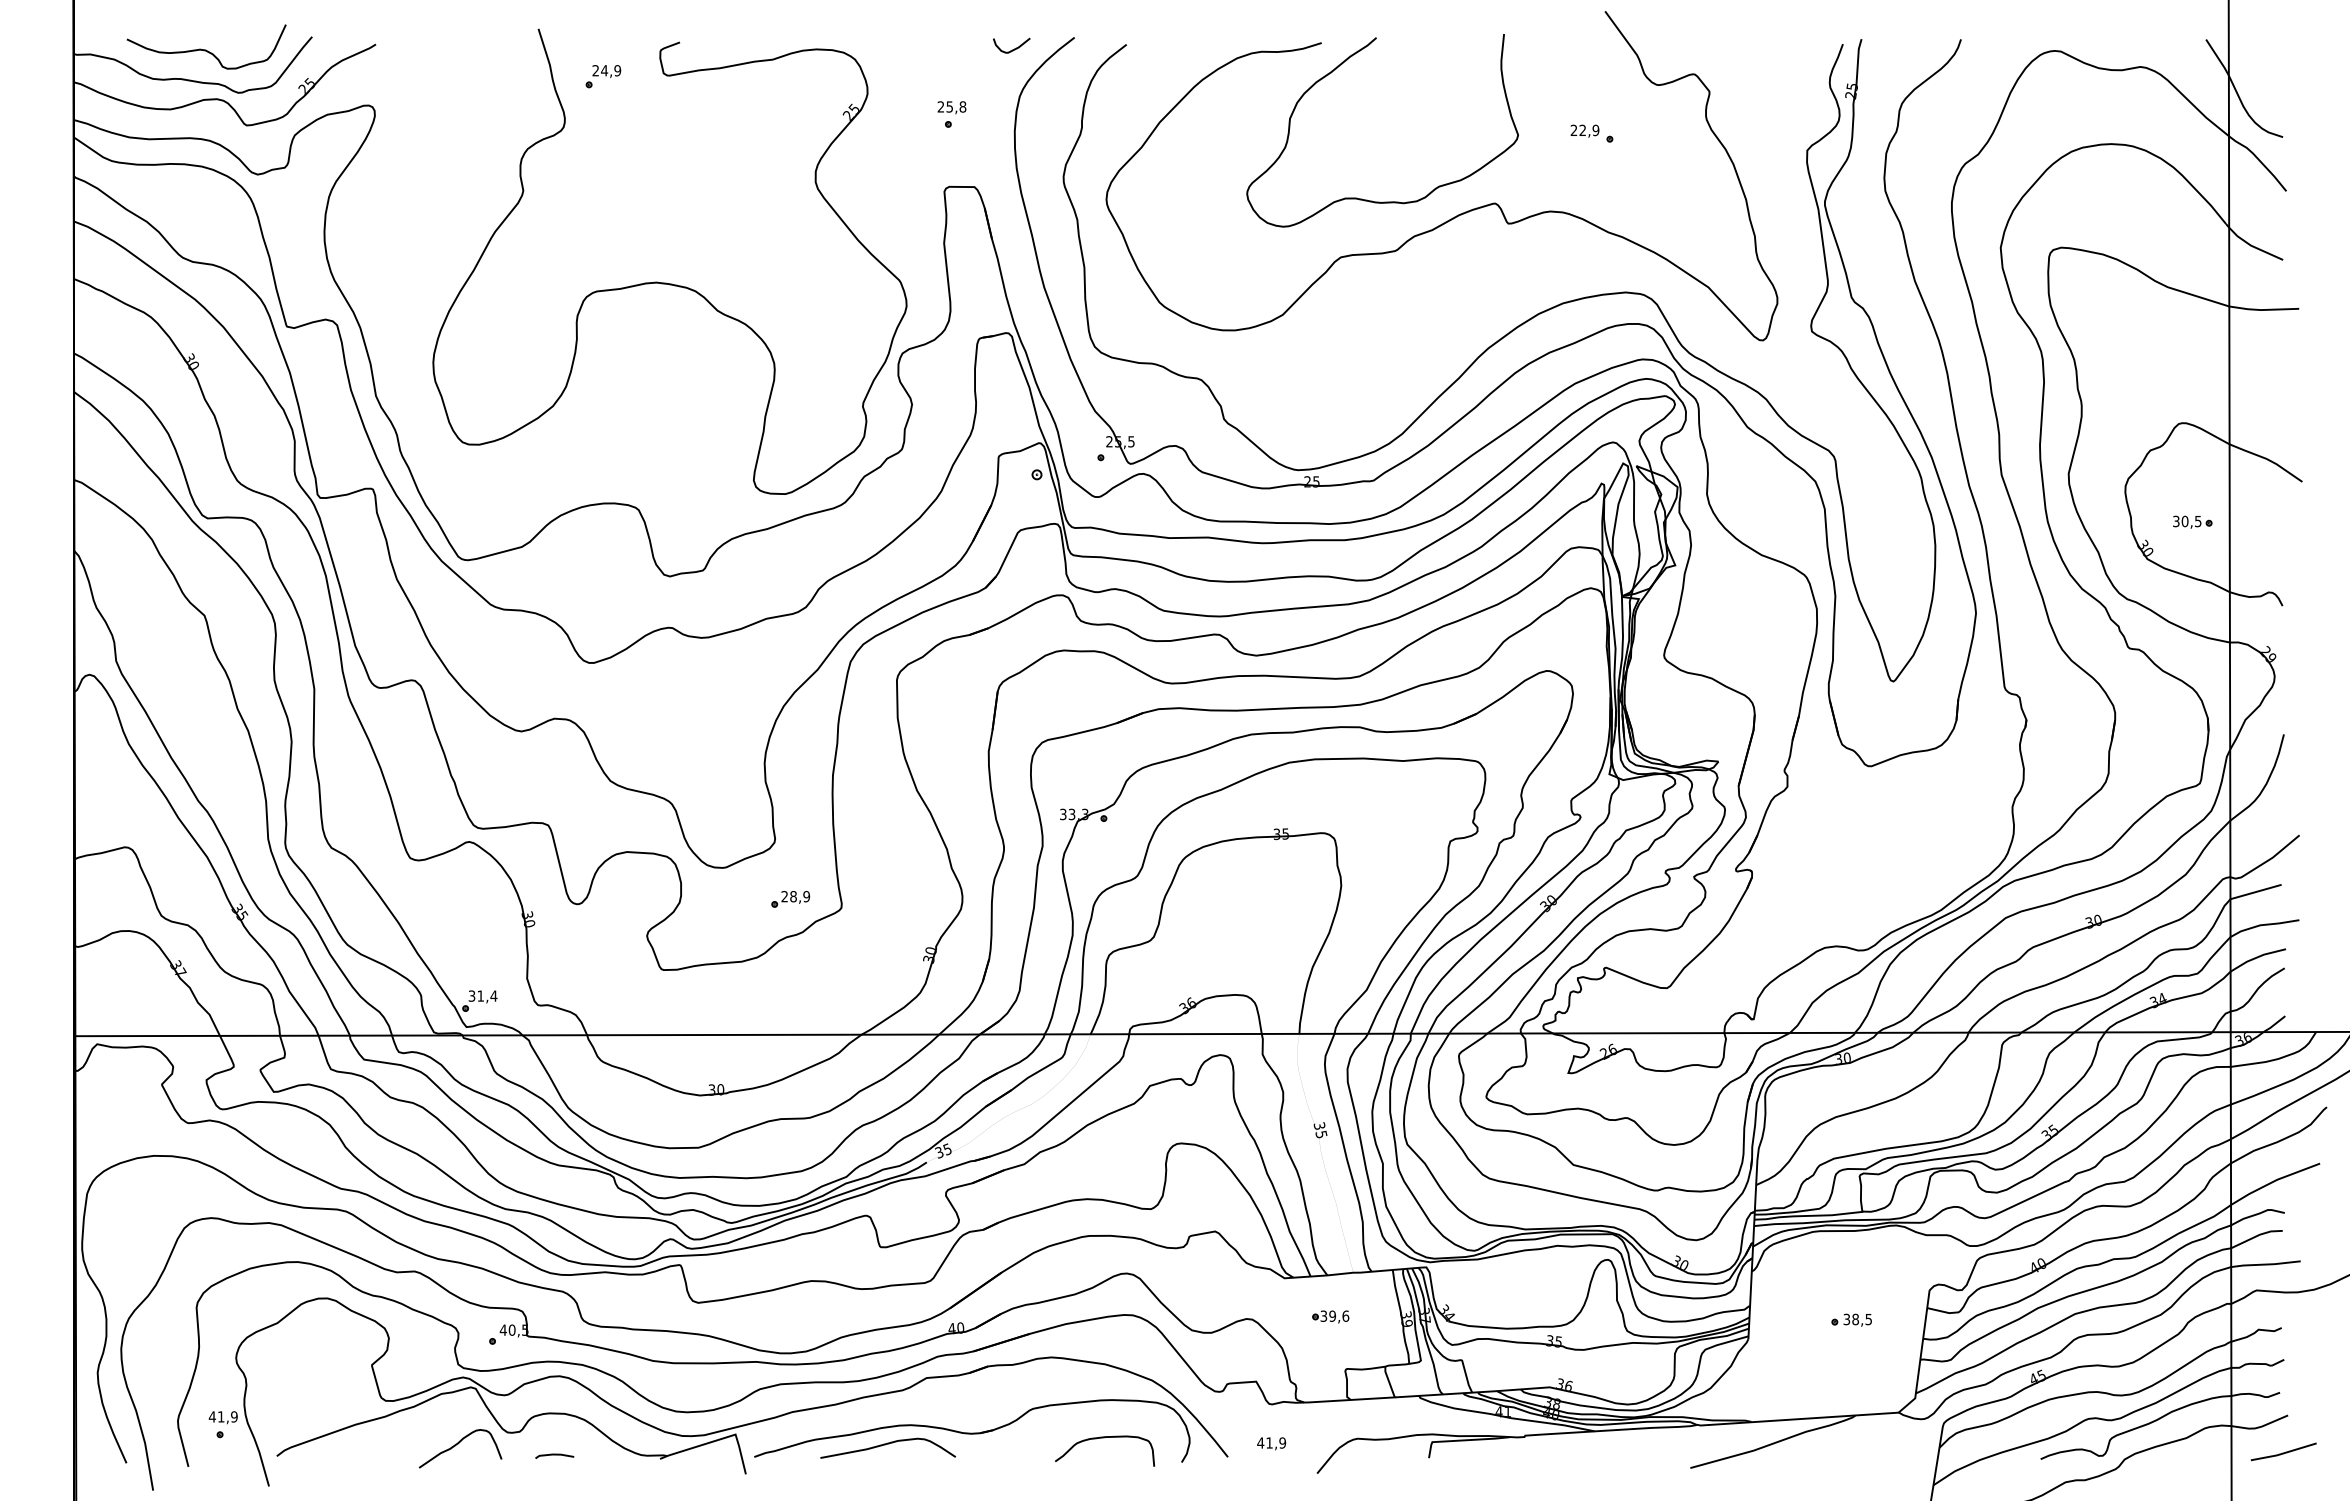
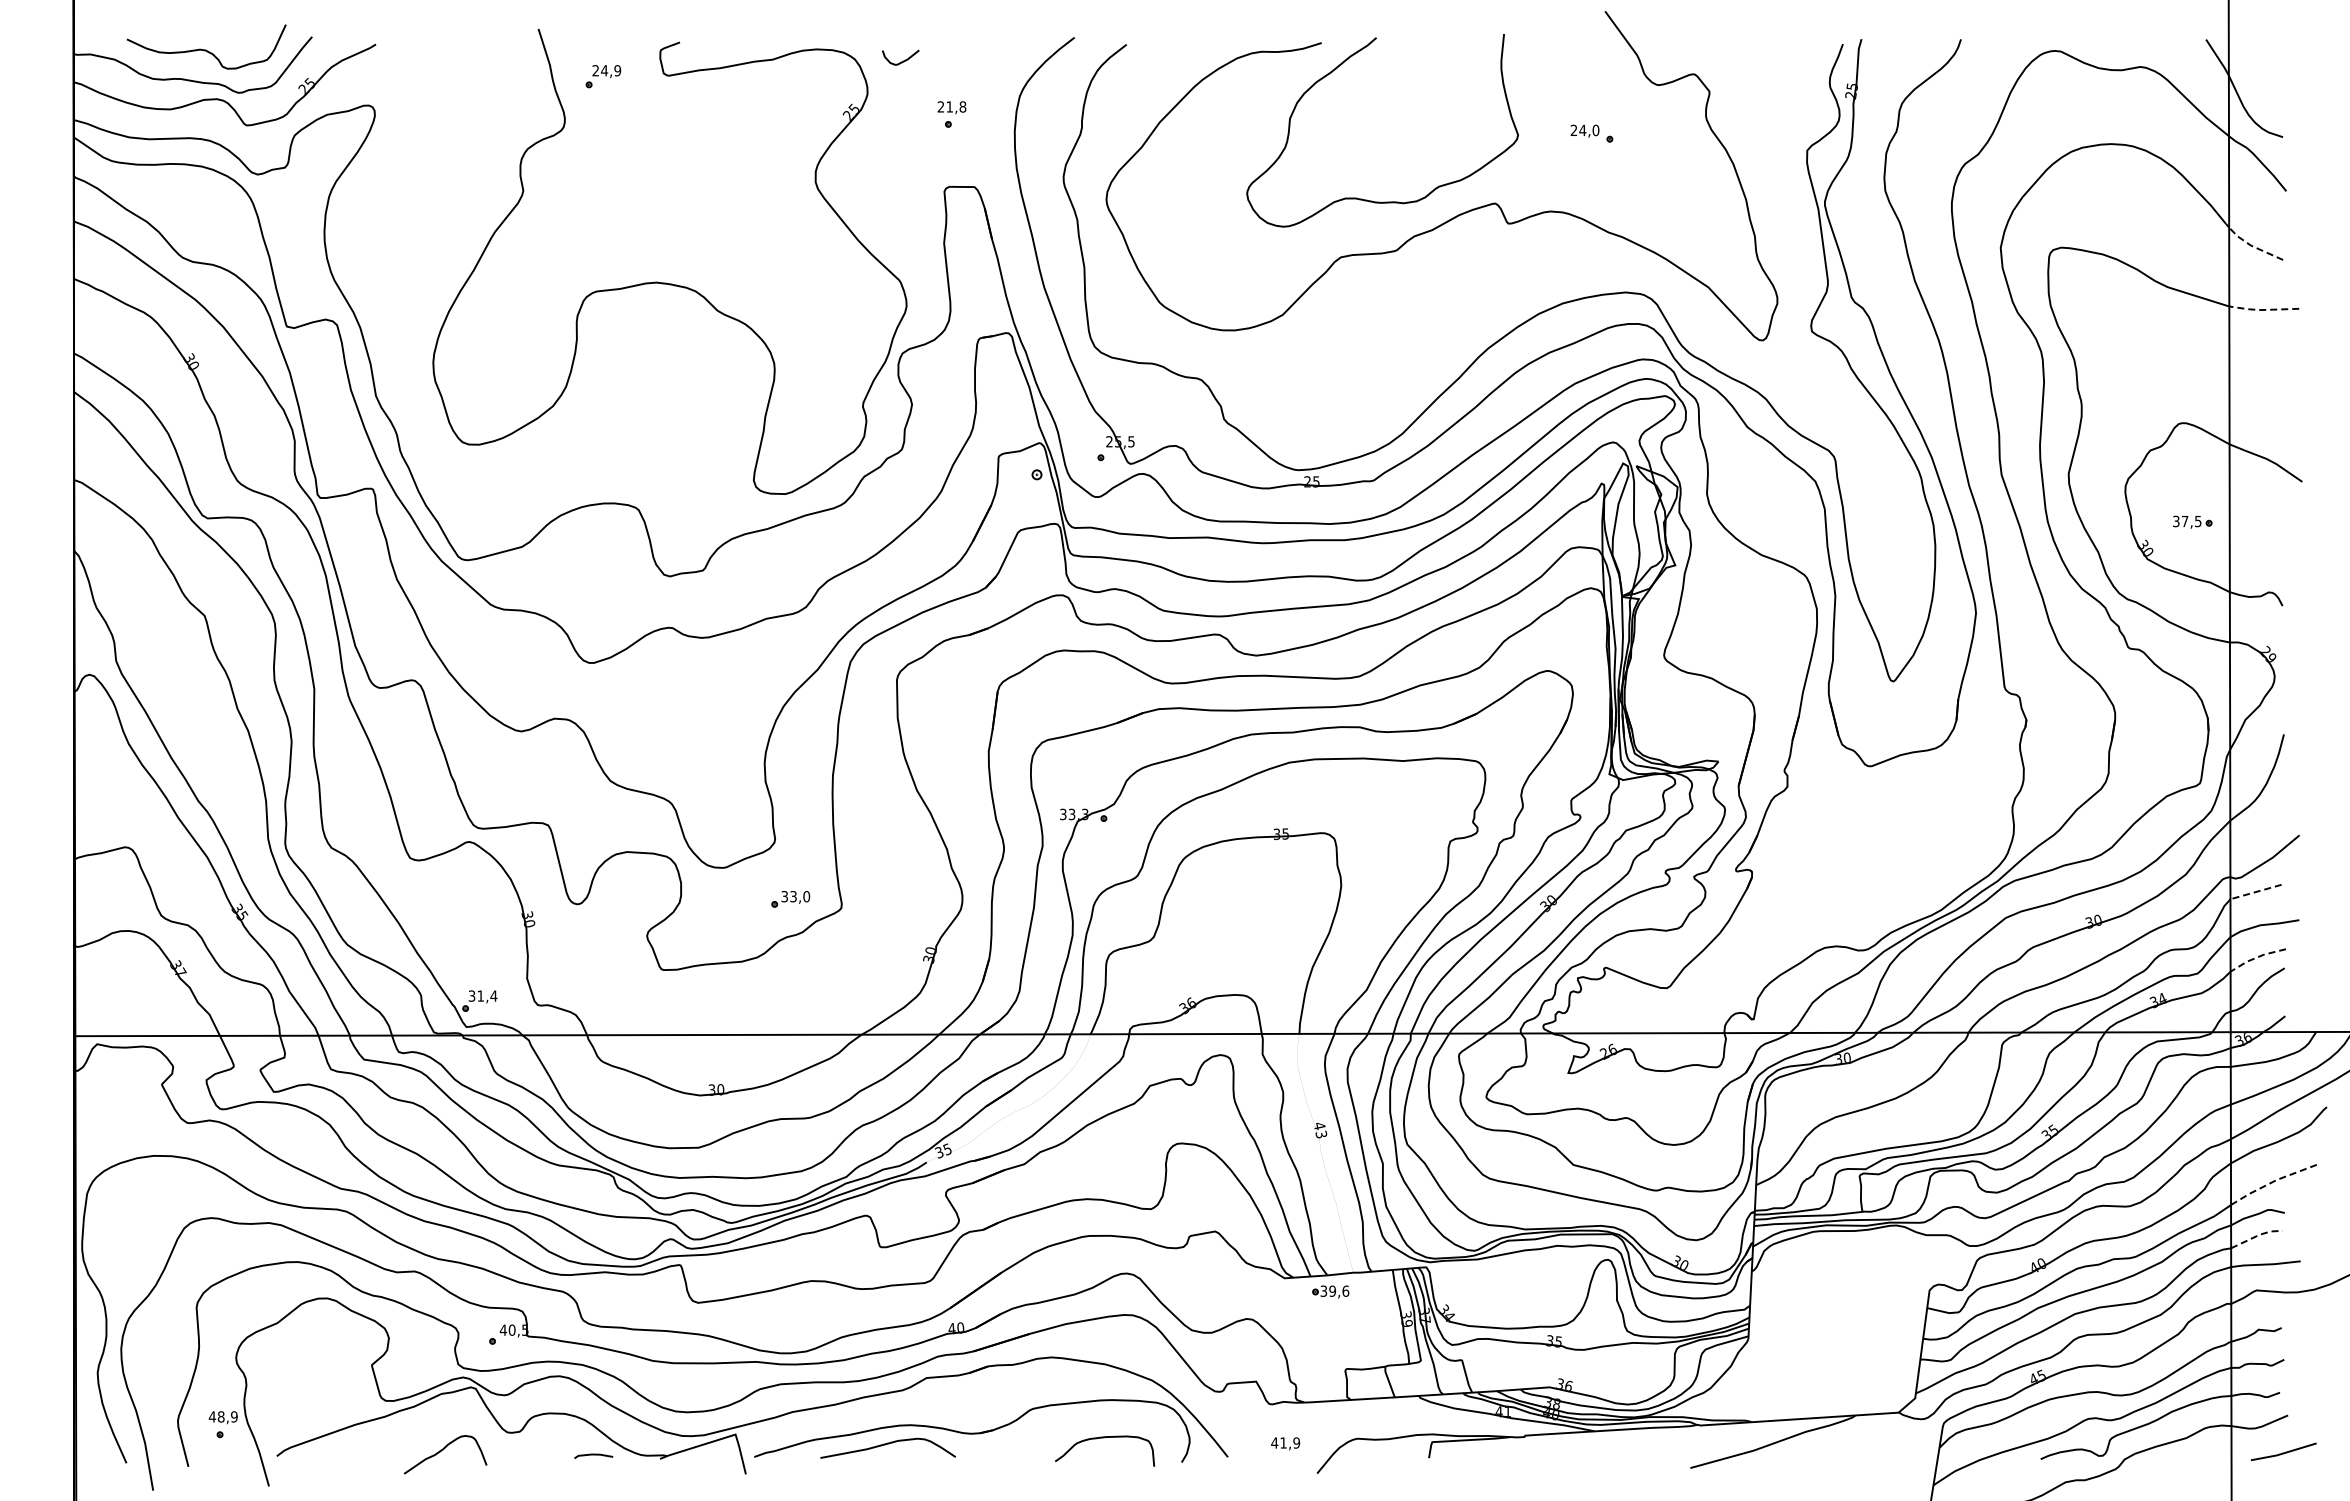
curve at (1012, 49) position: (1012, 49) -> (901, 61)
text at (949, 106): 25,8 -> 21,8
text at (1589, 130): 22,9 -> 24,0
line at (2252, 246): solid -> dashed
line at (2262, 310): solid -> dashed
text at (2184, 521): 30,5 -> 37,5
line at (2256, 892): solid -> dashed
text at (795, 896): 28,9 -> 33,0
line at (2256, 957): solid -> dashed
text at (1320, 1130): 35 -> 43
line at (2273, 1181): solid -> dashed
line at (2257, 1235): solid -> dashed
part at (1330, 1316) position: (1330, 1316) -> (1330, 1291)
part at (1851, 1319): present -> none
text at (220, 1416): 41,9 -> 48,9
text at (1271, 1443) position: (1271, 1443) -> (1285, 1443)
curve at (458, 1444) position: (458, 1444) -> (443, 1450)
line at (554, 1455) position: (554, 1455) -> (593, 1455)
